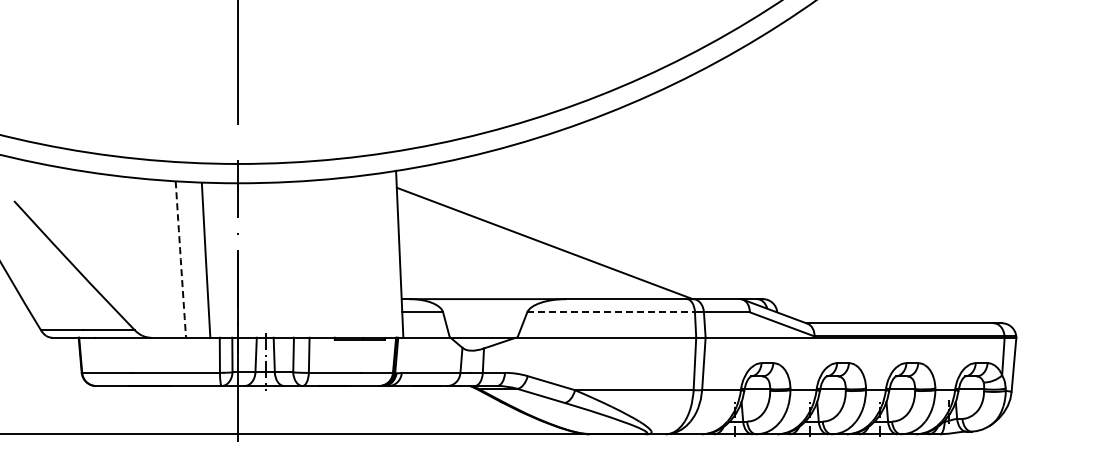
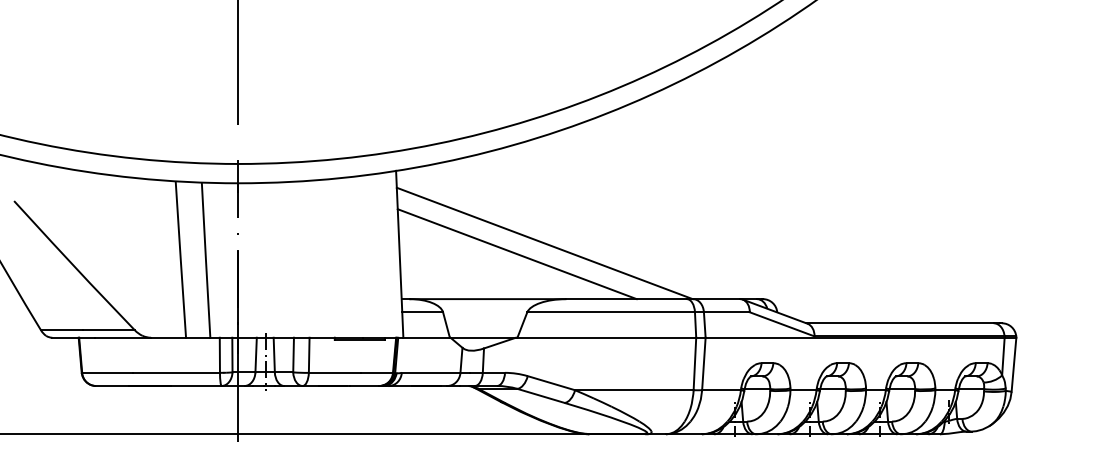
line at (516, 254): none -> present
arc at (180, 259): dashed -> solid
line at (611, 312): dashed -> solid
